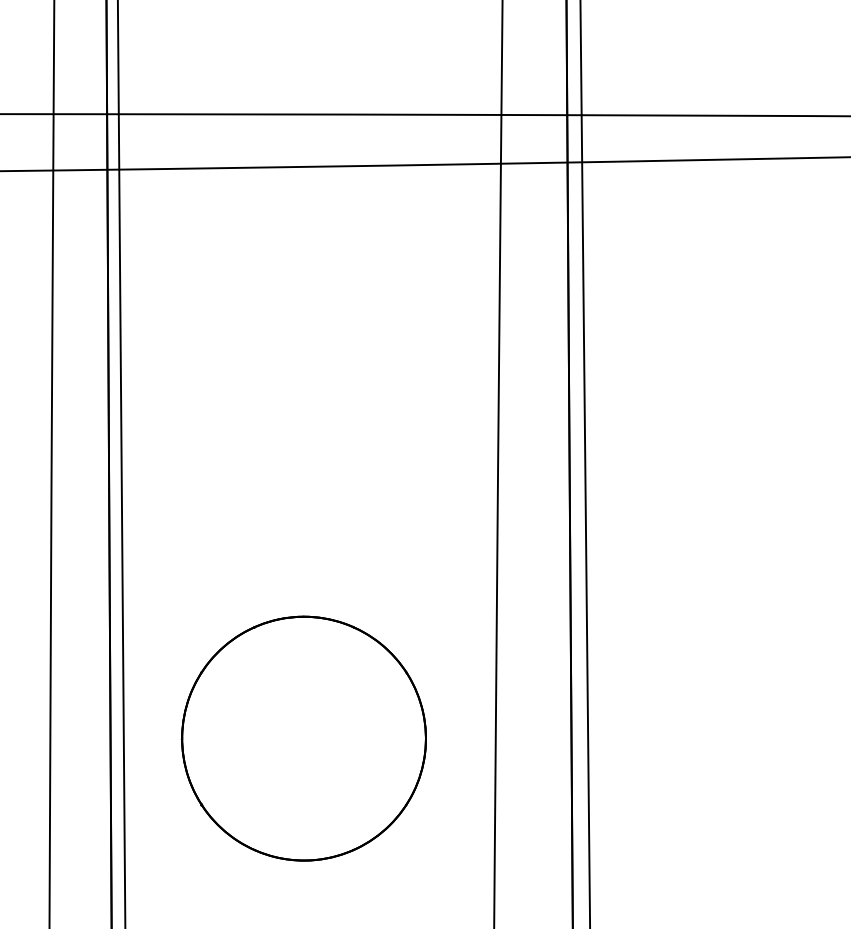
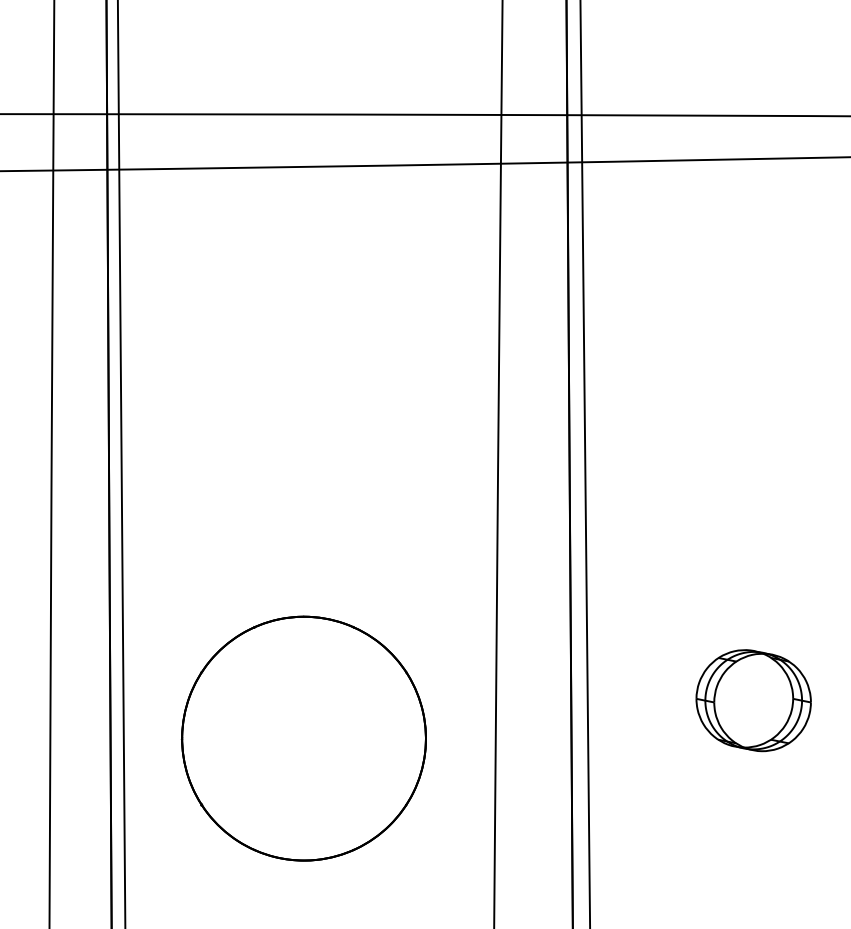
part at (753, 700): none -> present
